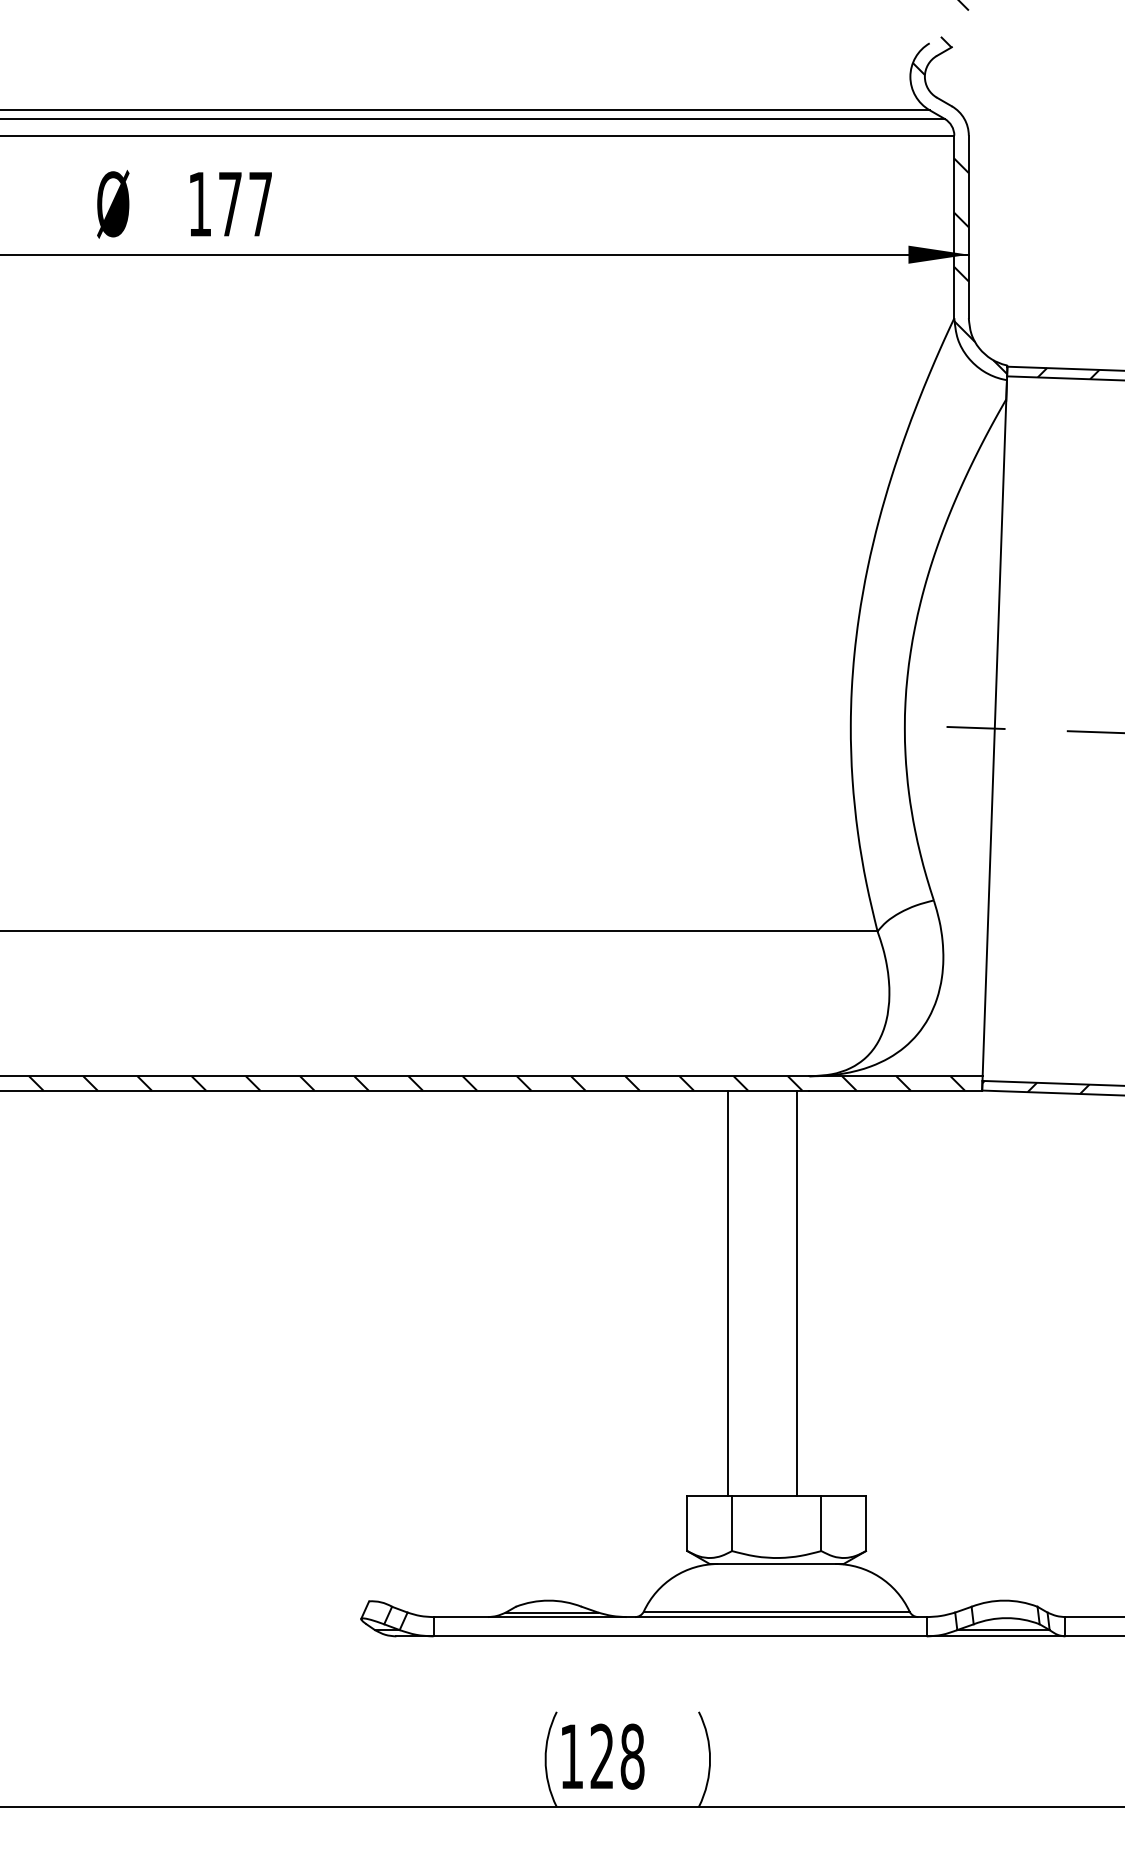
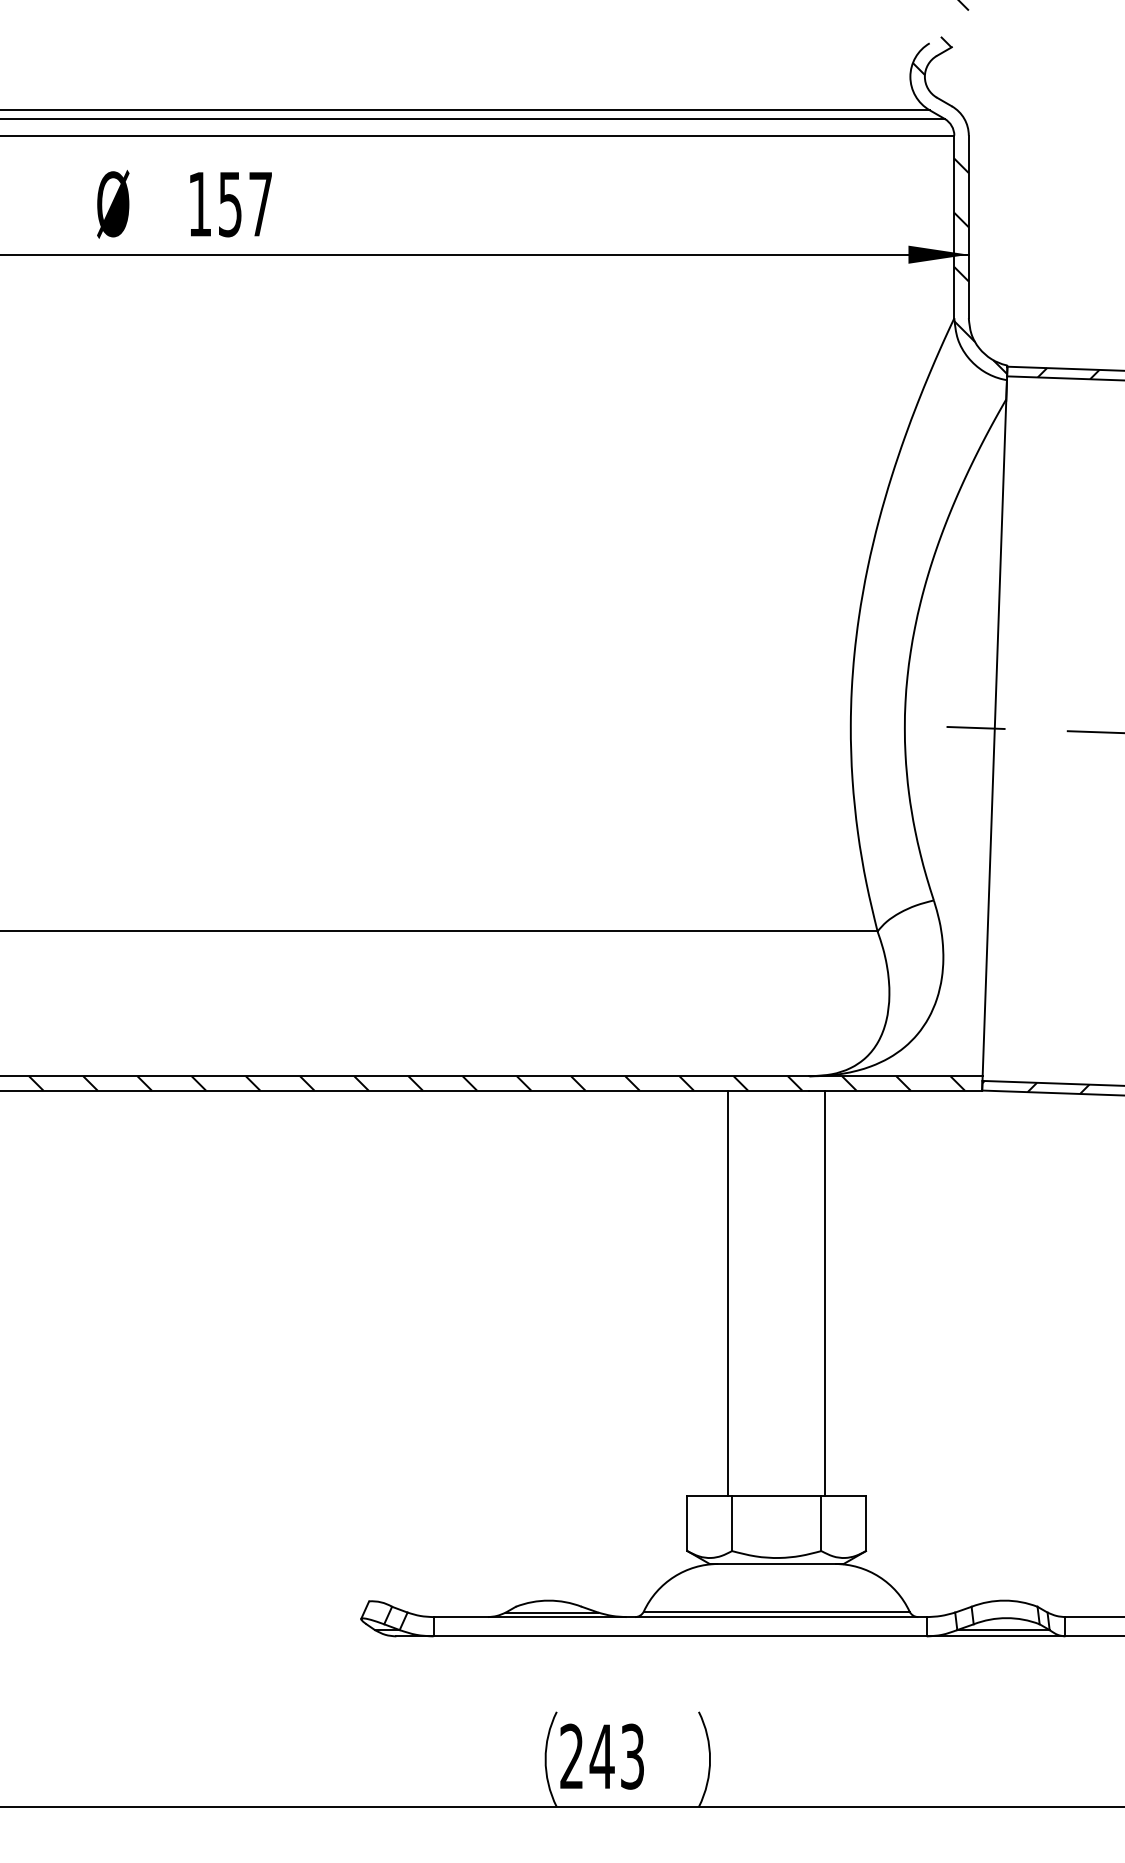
text at (230, 204): 177 -> 157
line at (797, 1293) position: (797, 1293) -> (825, 1293)
text at (602, 1756): 128 -> 243
